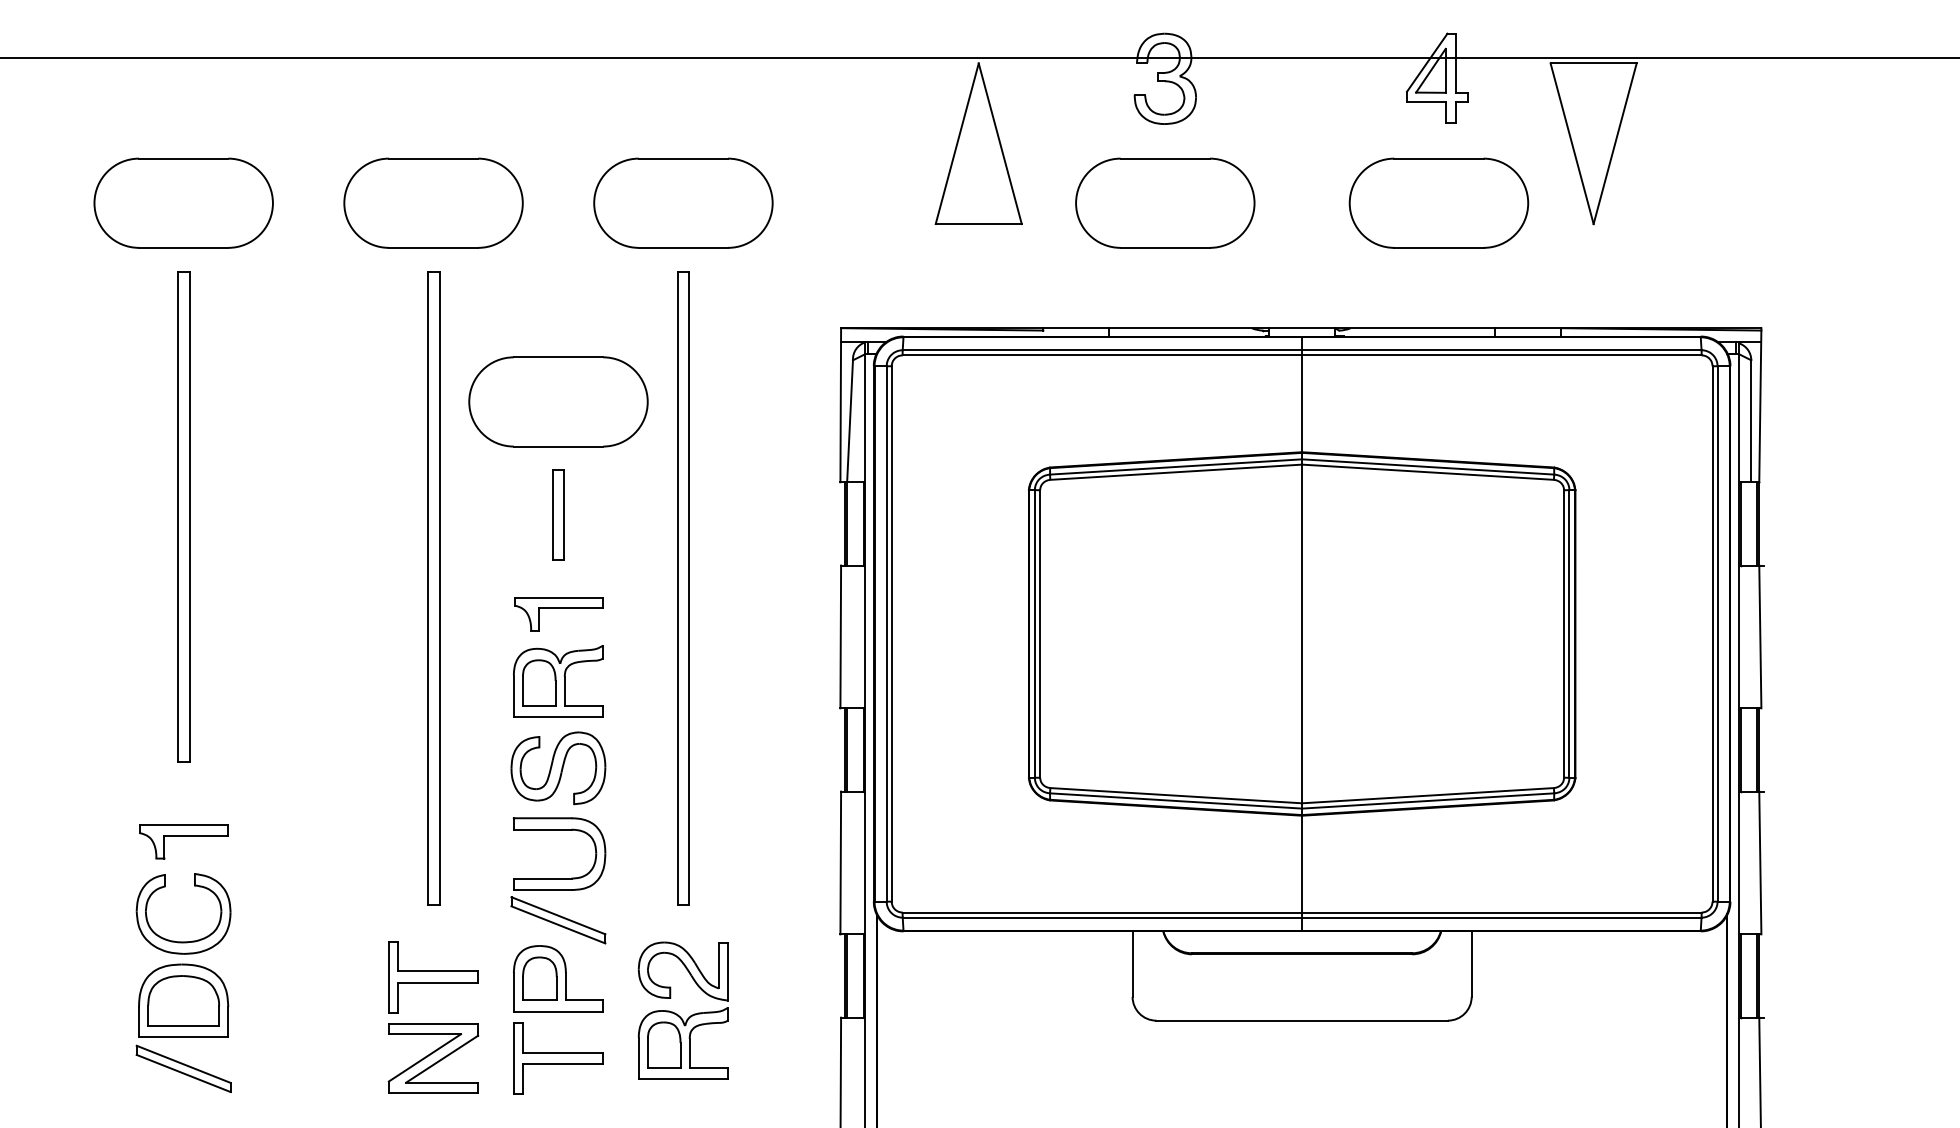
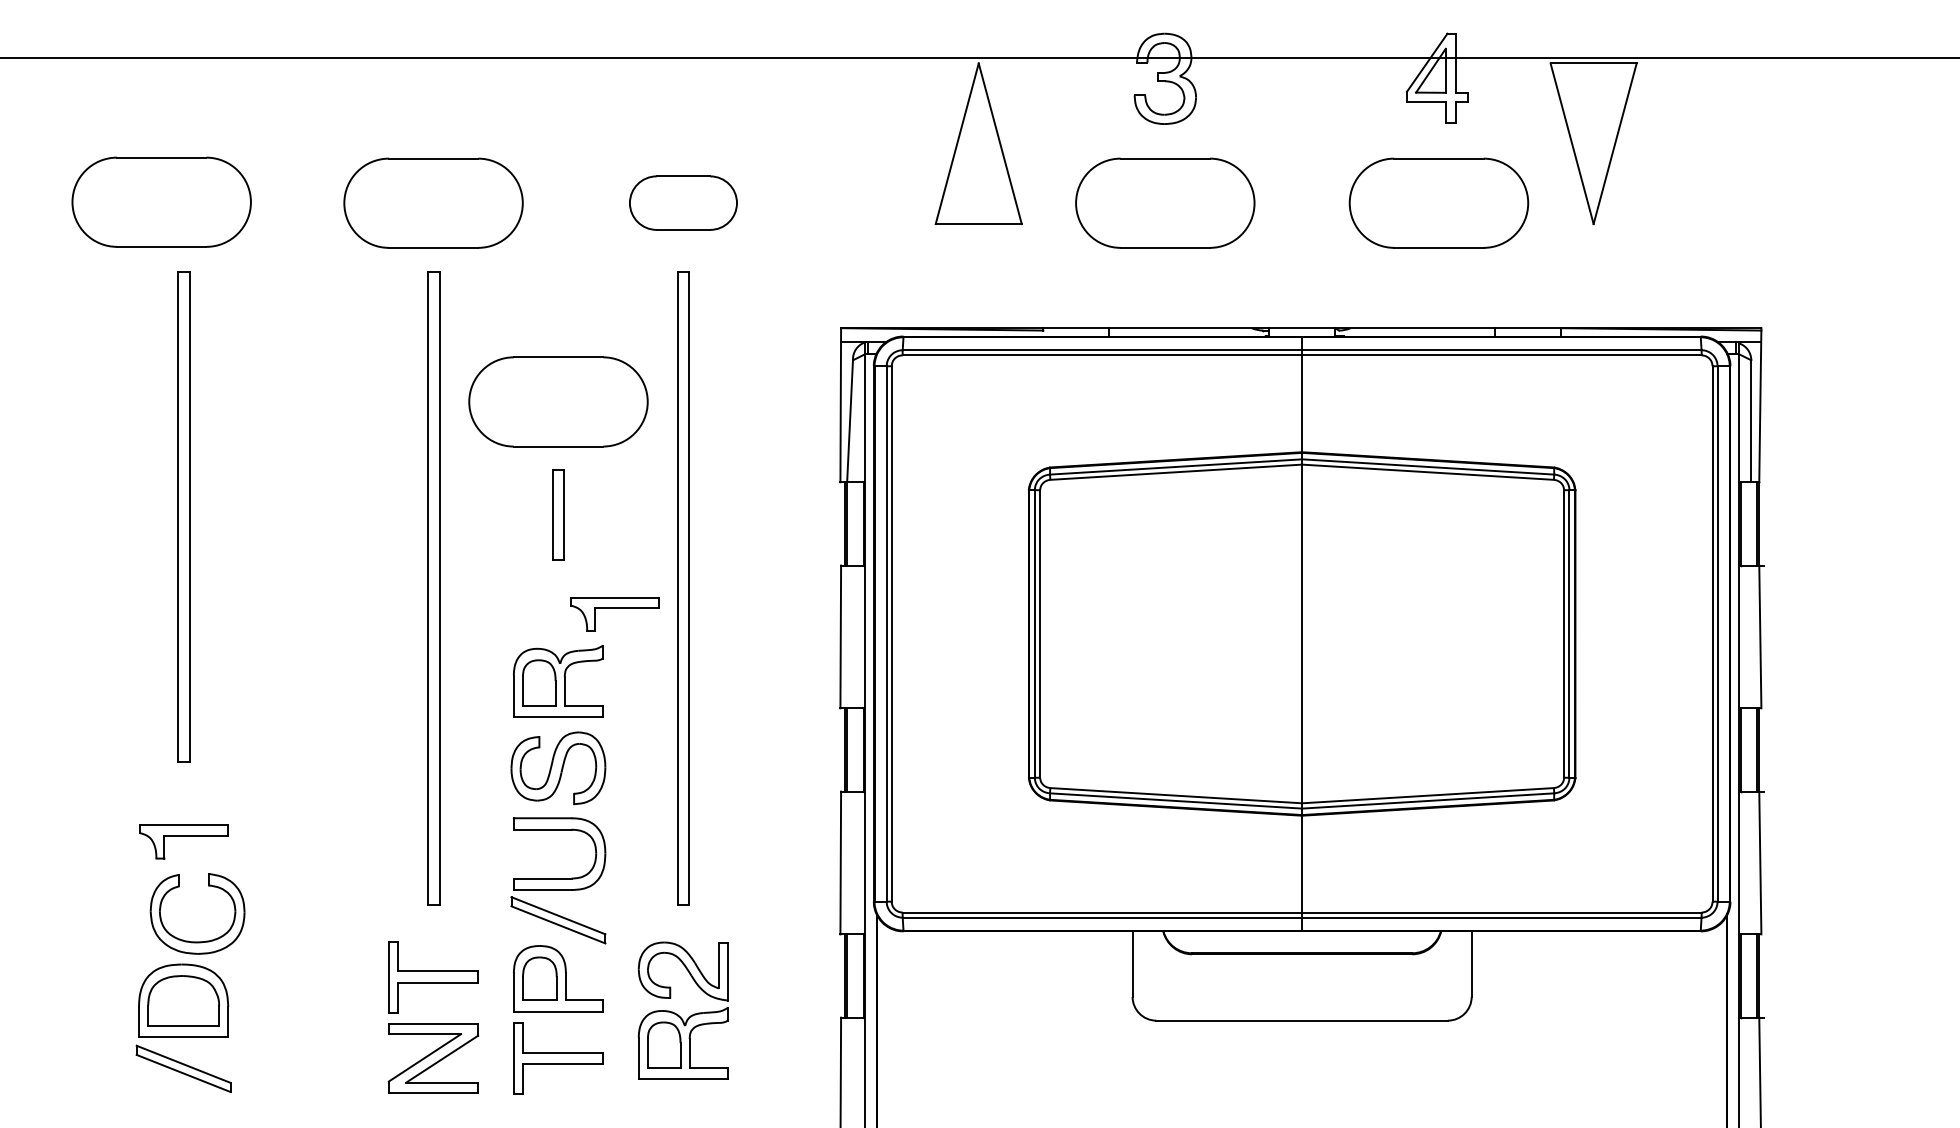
part at (183, 202) position: (183, 202) -> (161, 201)
part at (683, 202) size: 181x92 px -> 109x56 px
part at (558, 614) position: (558, 614) -> (614, 614)
part at (183, 941) position: (183, 941) -> (197, 941)
